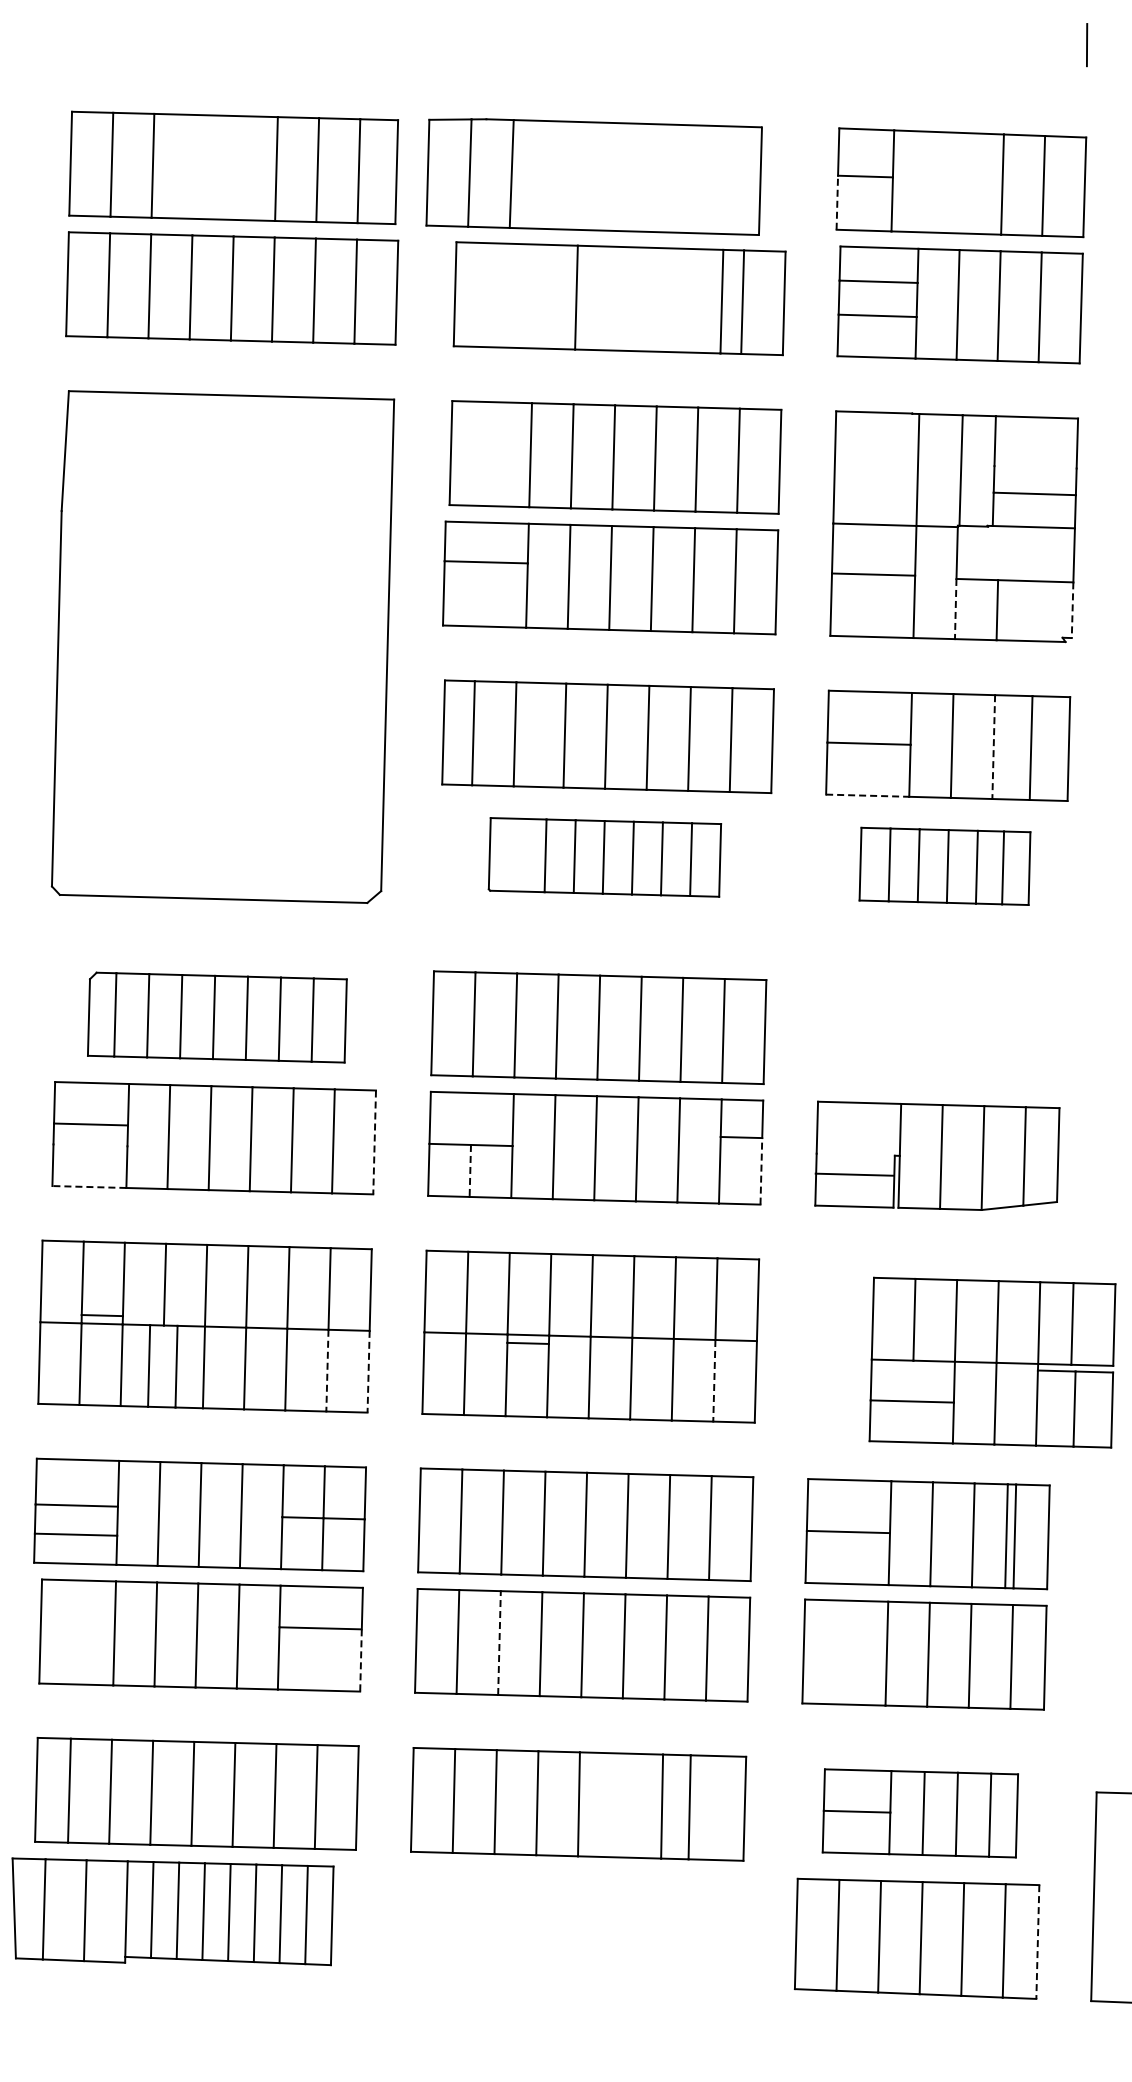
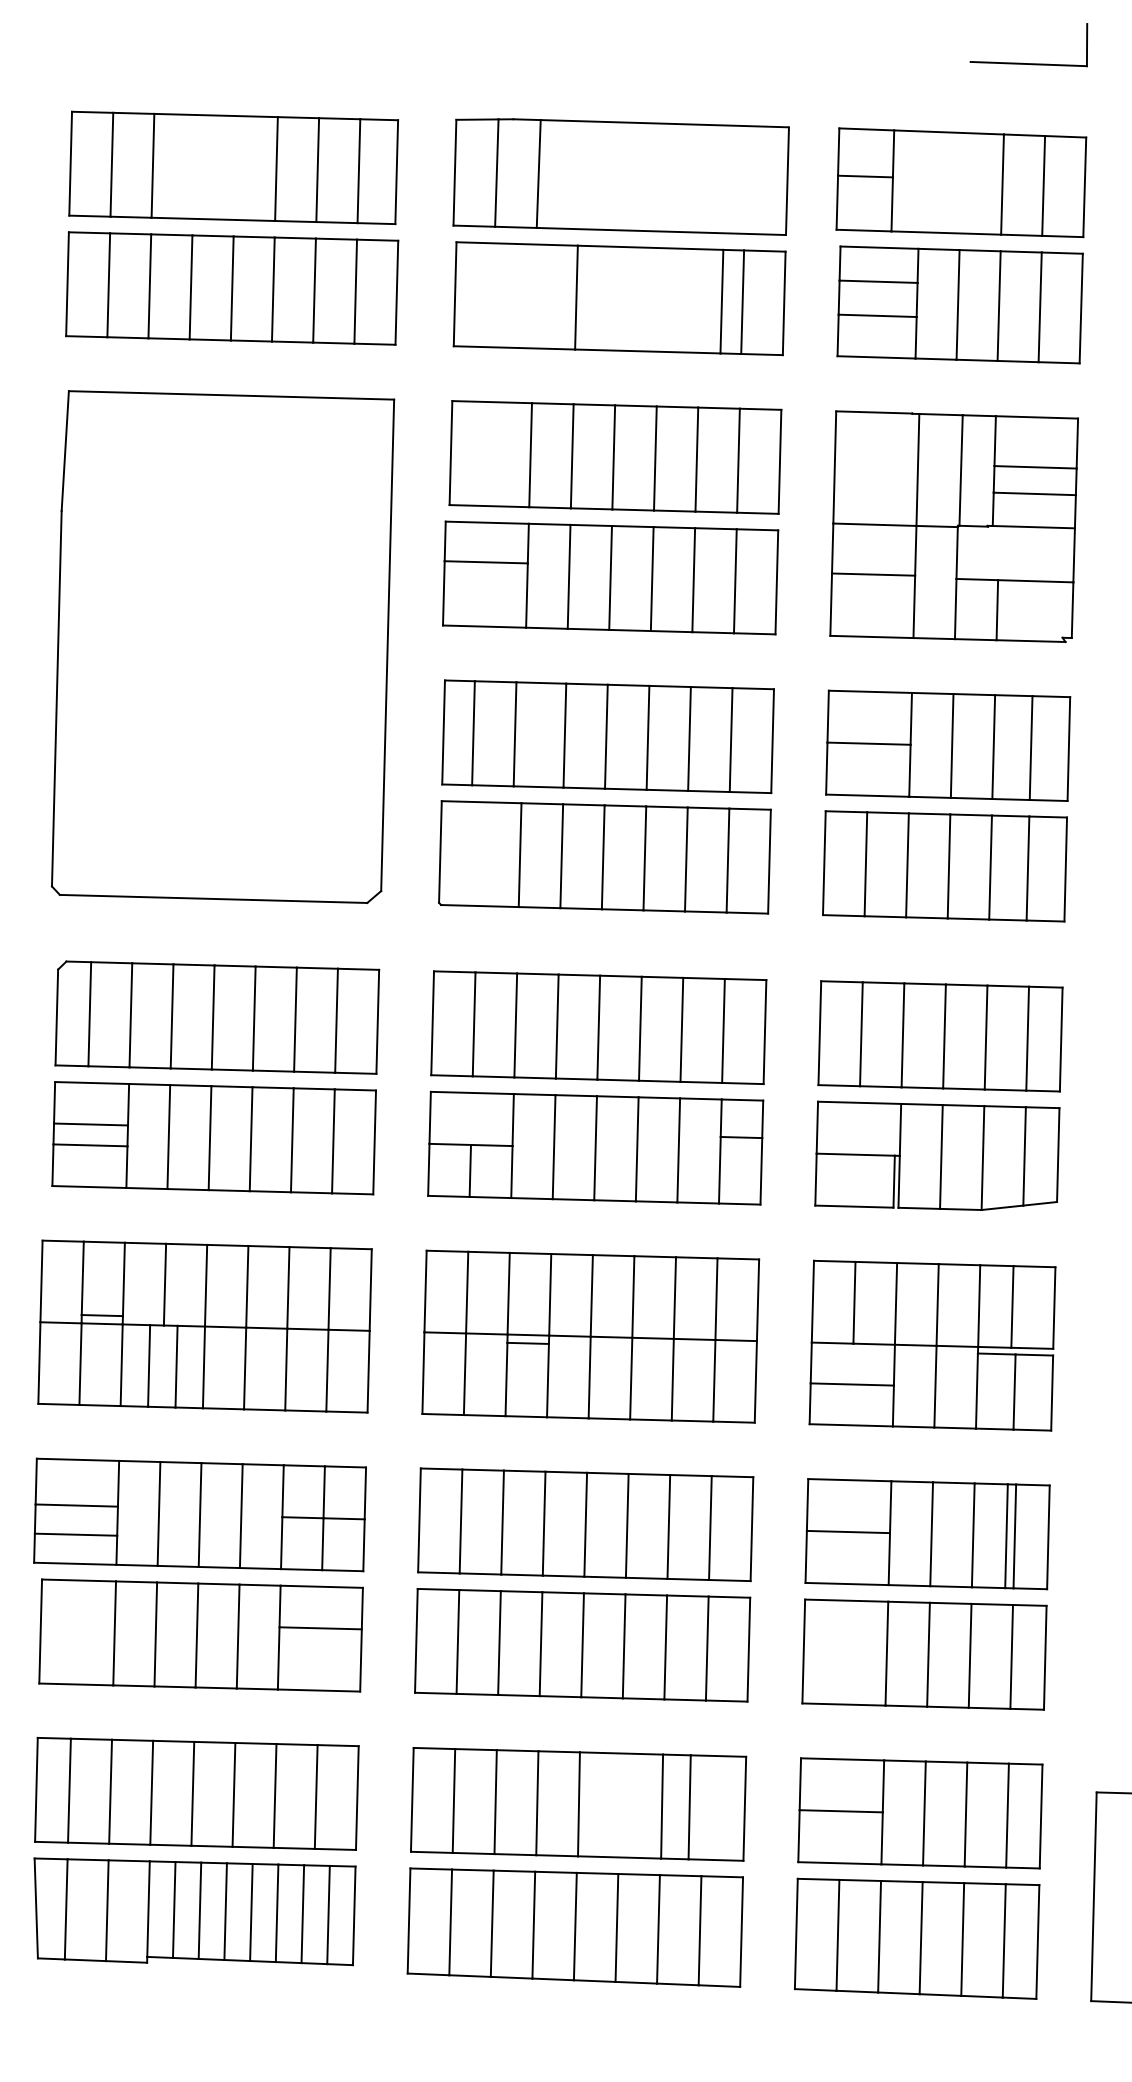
line at (1028, 63): none -> present
part at (593, 176) position: (593, 176) -> (620, 176)
line at (837, 202): dashed -> solid
line at (1035, 467): none -> present
line at (955, 609): dashed -> solid
line at (1072, 610): dashed -> solid
line at (993, 747): dashed -> solid
line at (867, 795): dashed -> solid
part at (604, 857) size: 236x81 px -> 334x115 px
part at (944, 865) size: 174x80 px -> 246x113 px
part at (217, 1017) size: 261x93 px -> 327x115 px
part at (940, 1036): none -> present
line at (374, 1142): dashed -> solid
line at (90, 1145): none -> present
line at (761, 1170): dashed -> solid
line at (470, 1171): dashed -> solid
line at (854, 1174) position: (854, 1174) -> (855, 1154)
line at (89, 1187): dashed -> solid
part at (992, 1362) position: (992, 1362) -> (932, 1345)
line at (327, 1370): dashed -> solid
line at (368, 1371): dashed -> solid
line at (714, 1380): dashed -> solid
line at (499, 1643): dashed -> solid
line at (361, 1660): dashed -> solid
part at (919, 1813) size: 198x91 px -> 247x113 px
part at (172, 1911) position: (172, 1911) -> (194, 1911)
part at (574, 1927): none -> present
line at (1037, 1942): dashed -> solid
